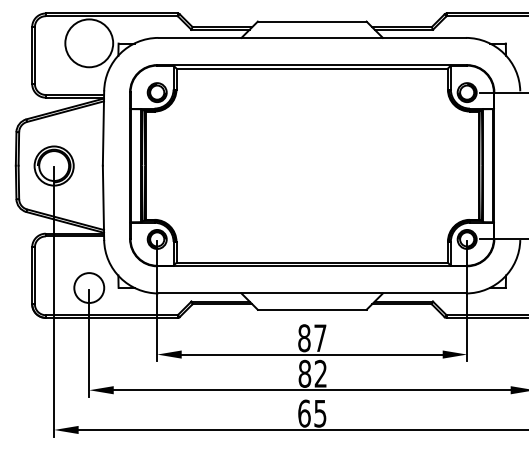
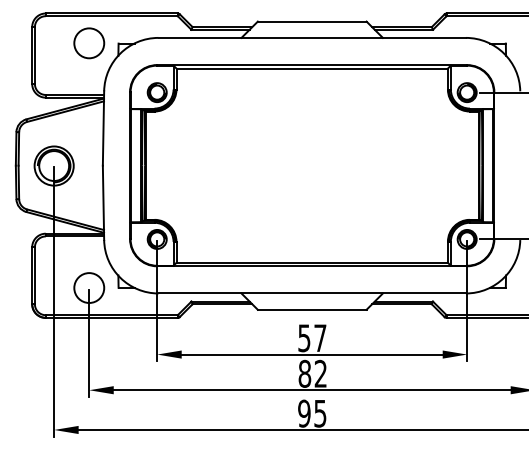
circle at (89, 43) diameter: 48 px -> 30 px
text at (304, 338): 87 -> 57
text at (304, 413): 65 -> 95
